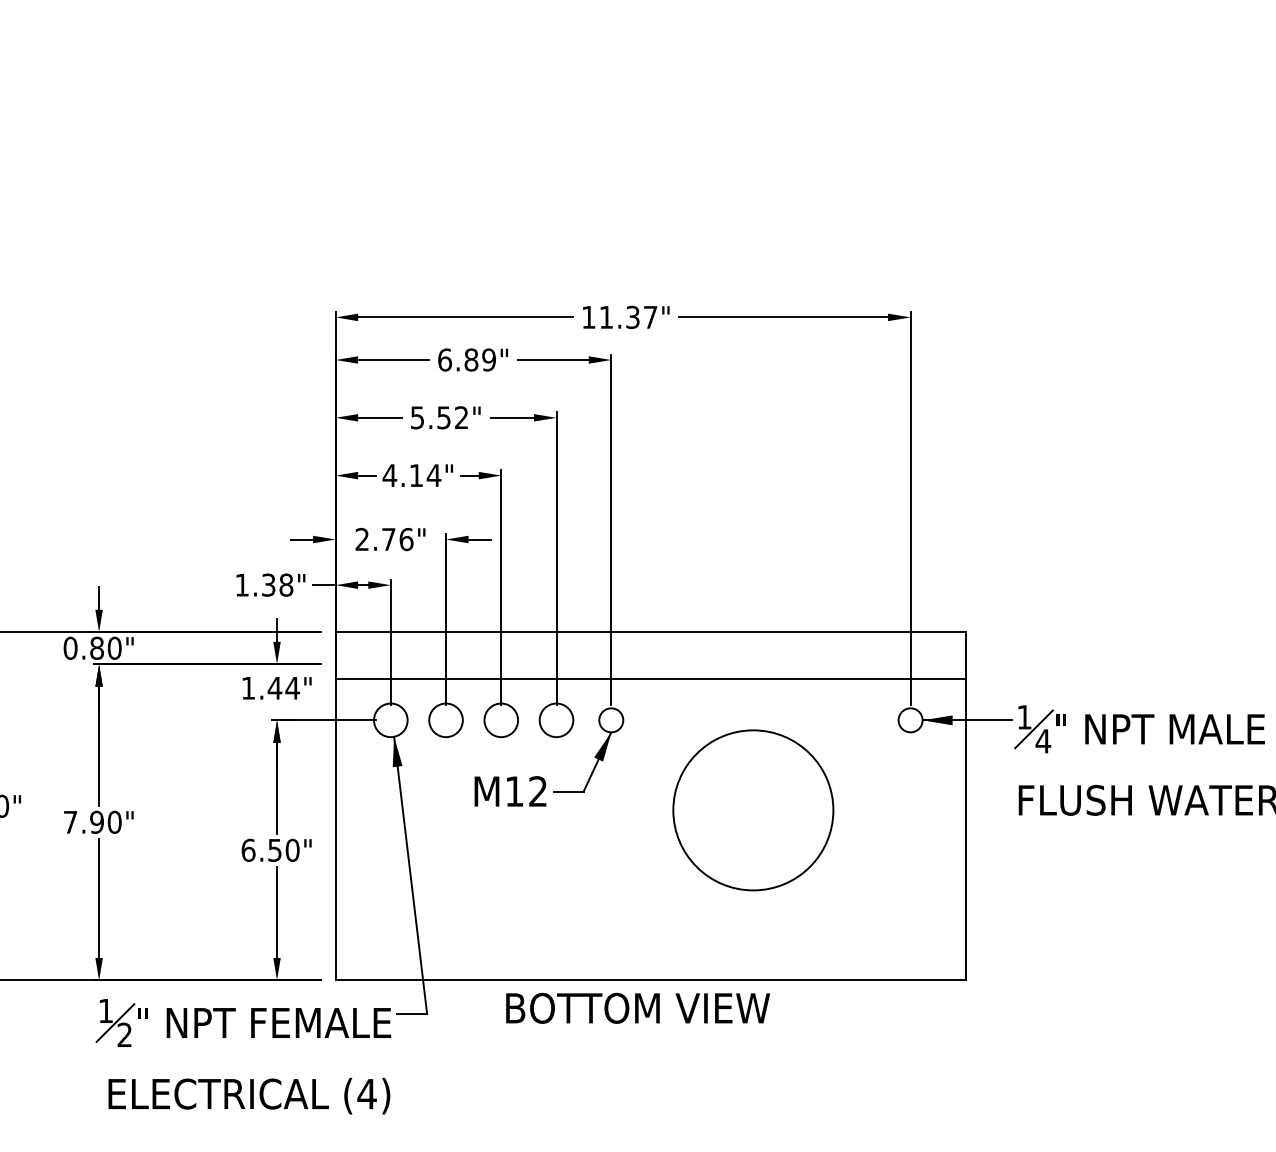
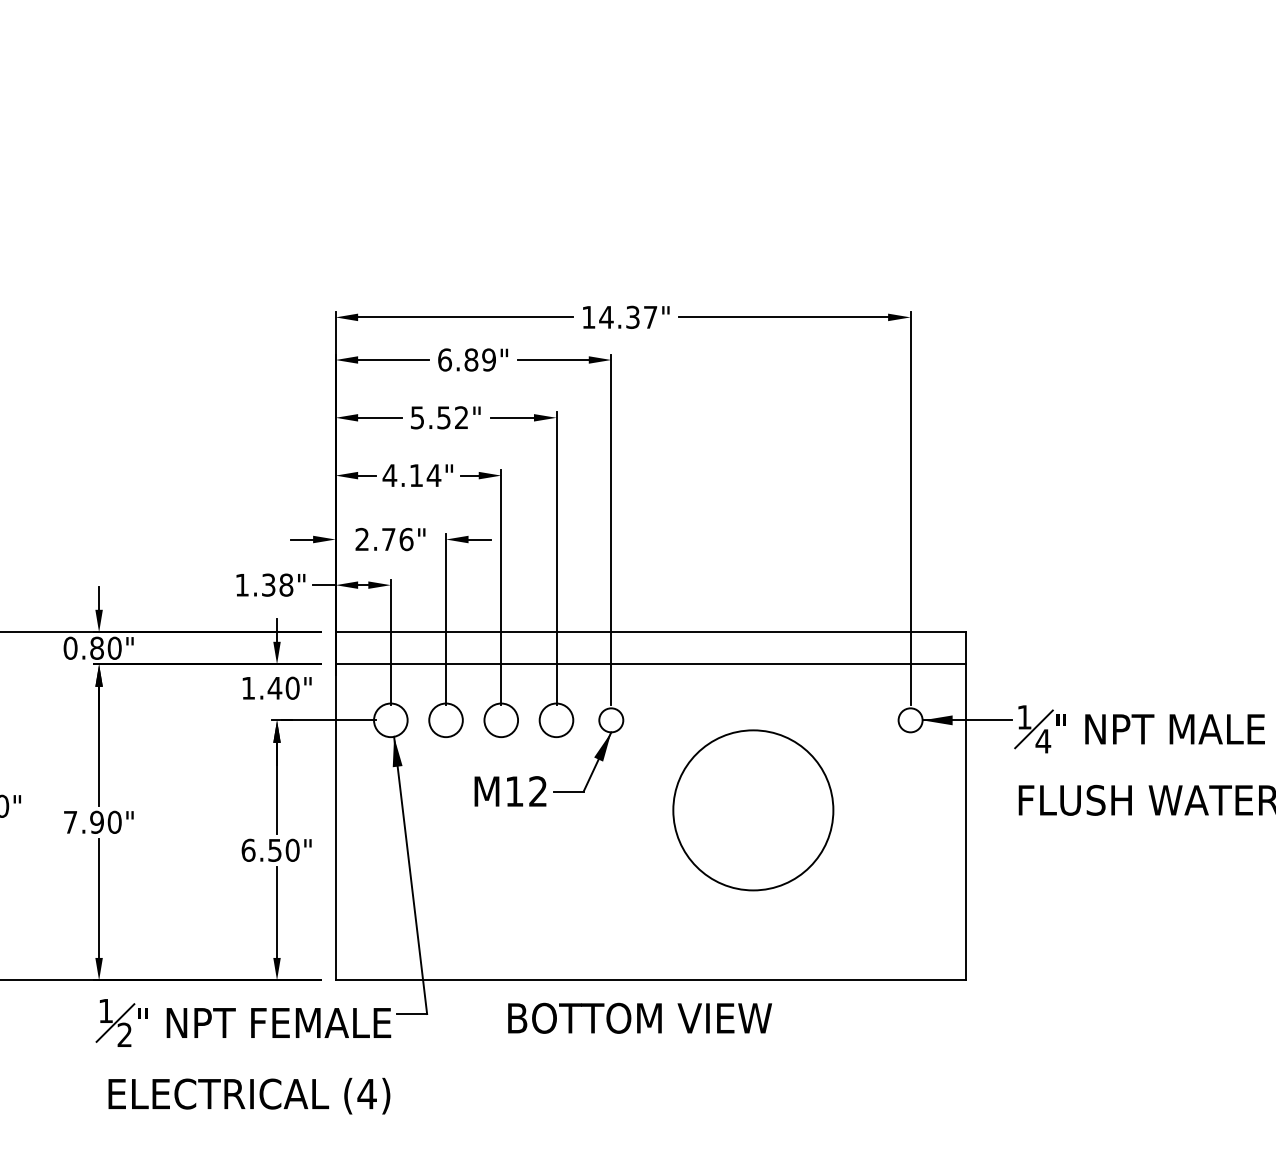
text at (606, 317): 11.37" -> 14.37"
line at (650, 679) position: (650, 679) -> (650, 664)
text at (292, 687): 1.44" -> 1.40"
text at (637, 1007) position: (637, 1007) -> (639, 1017)
